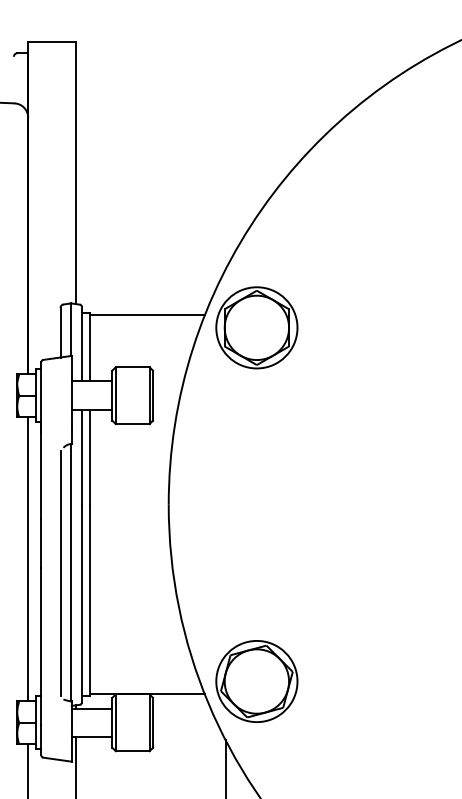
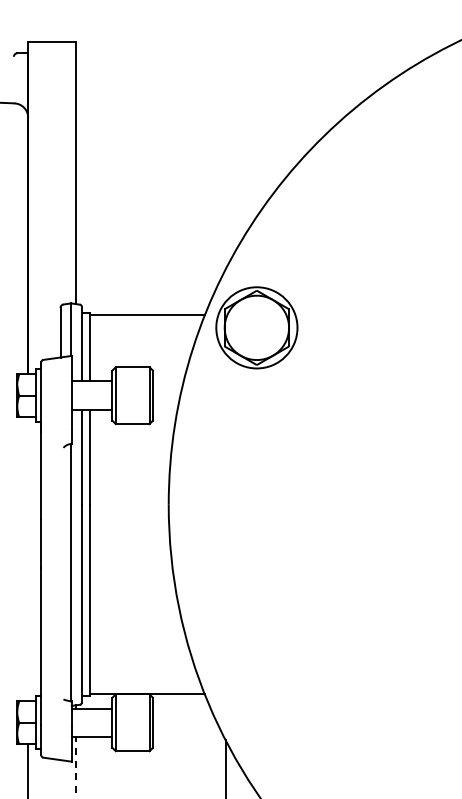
line at (28, 559): present -> none
line at (60, 573): present -> none
part at (256, 681): present -> none
line at (76, 768): solid -> dashed
